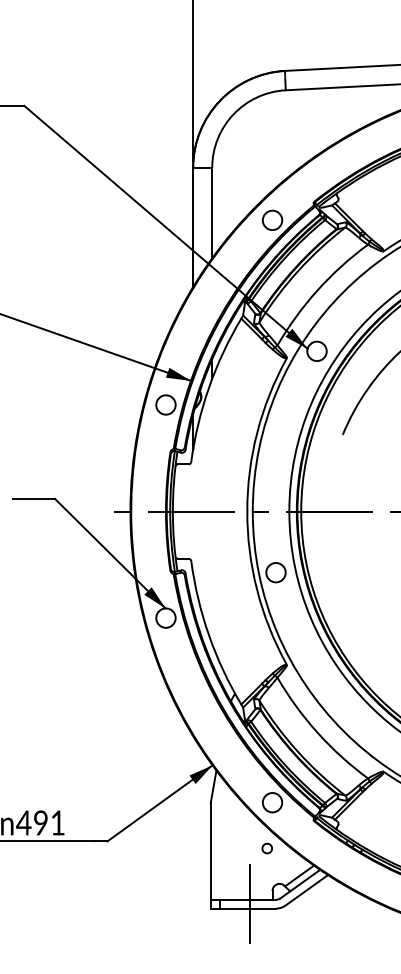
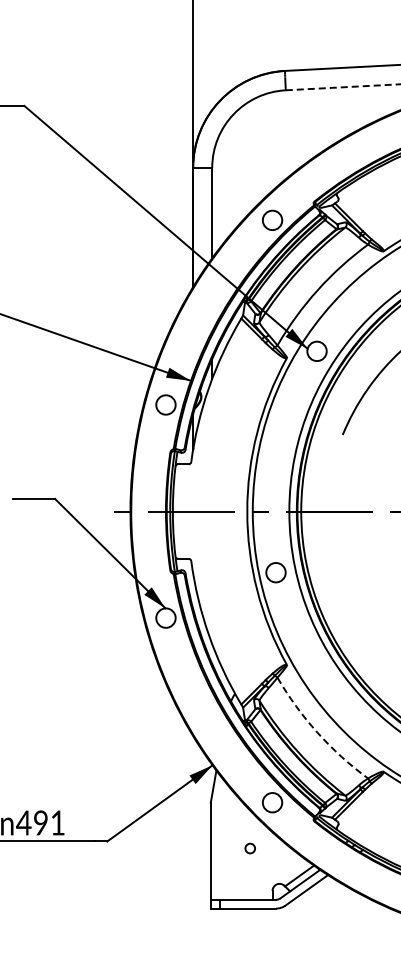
line at (343, 87): solid -> dashed
arc at (317, 732): solid -> dashed
circle at (266, 848) position: (266, 848) -> (249, 848)
line at (249, 903): present -> none
